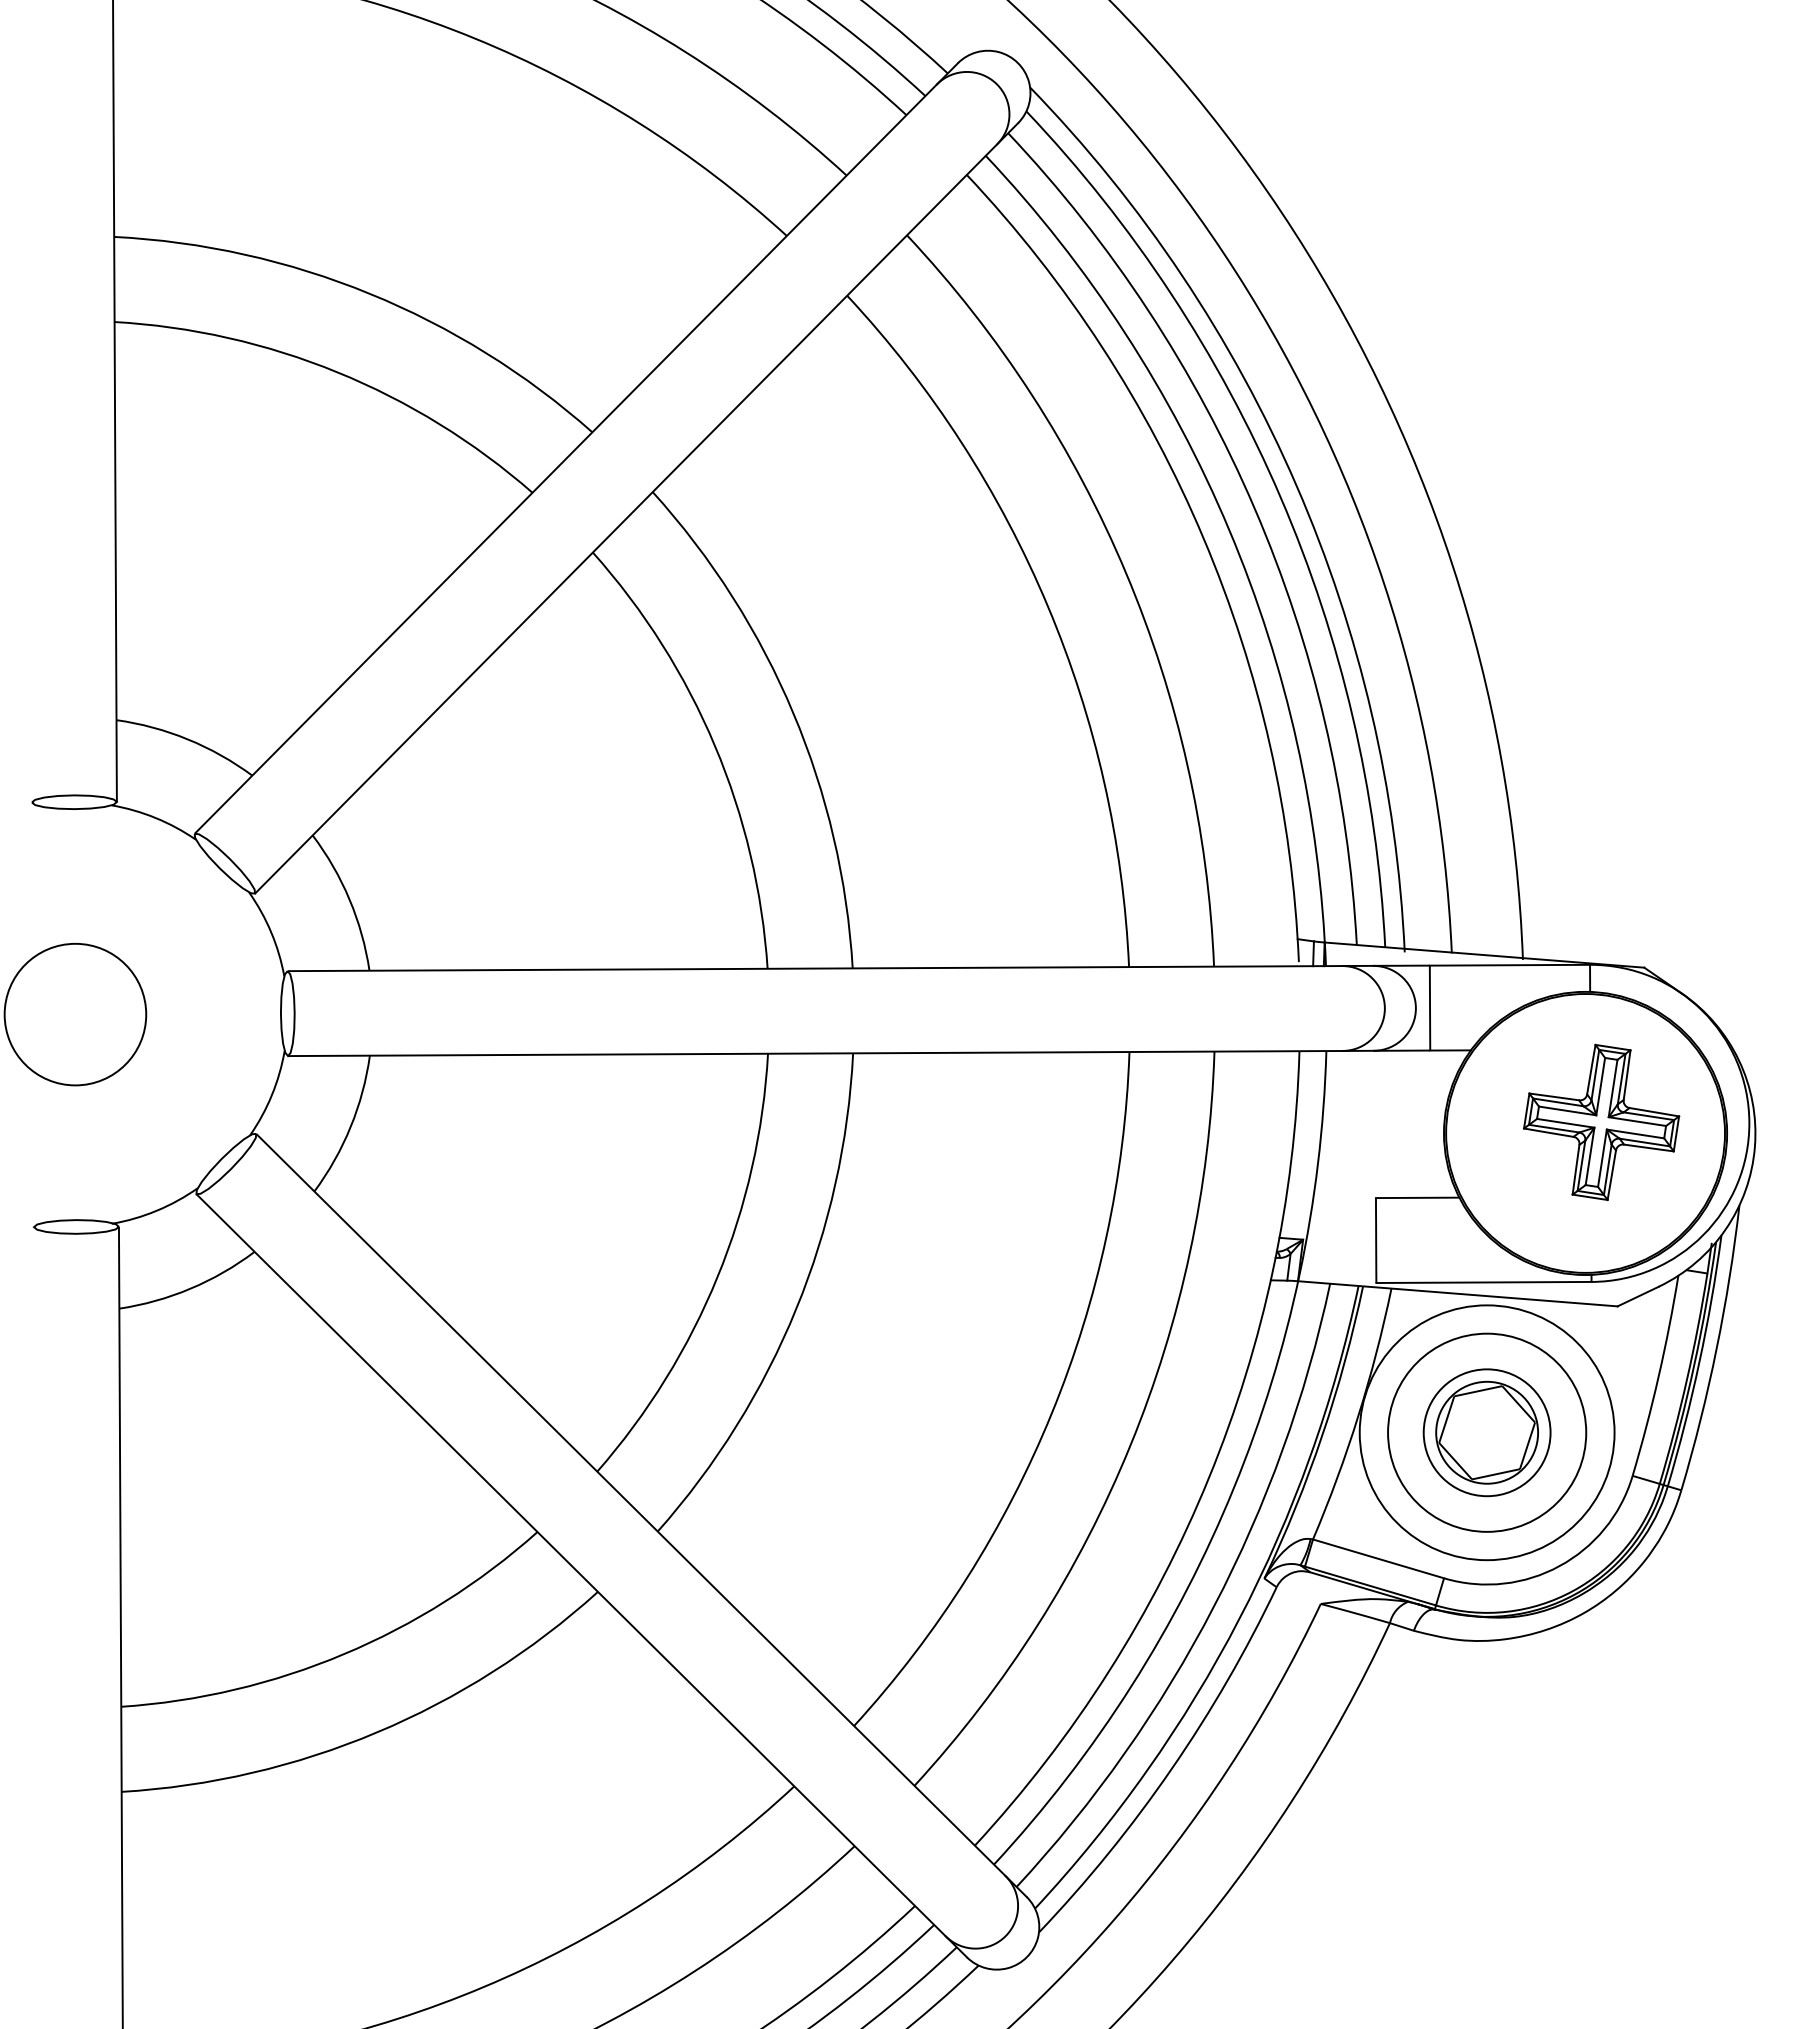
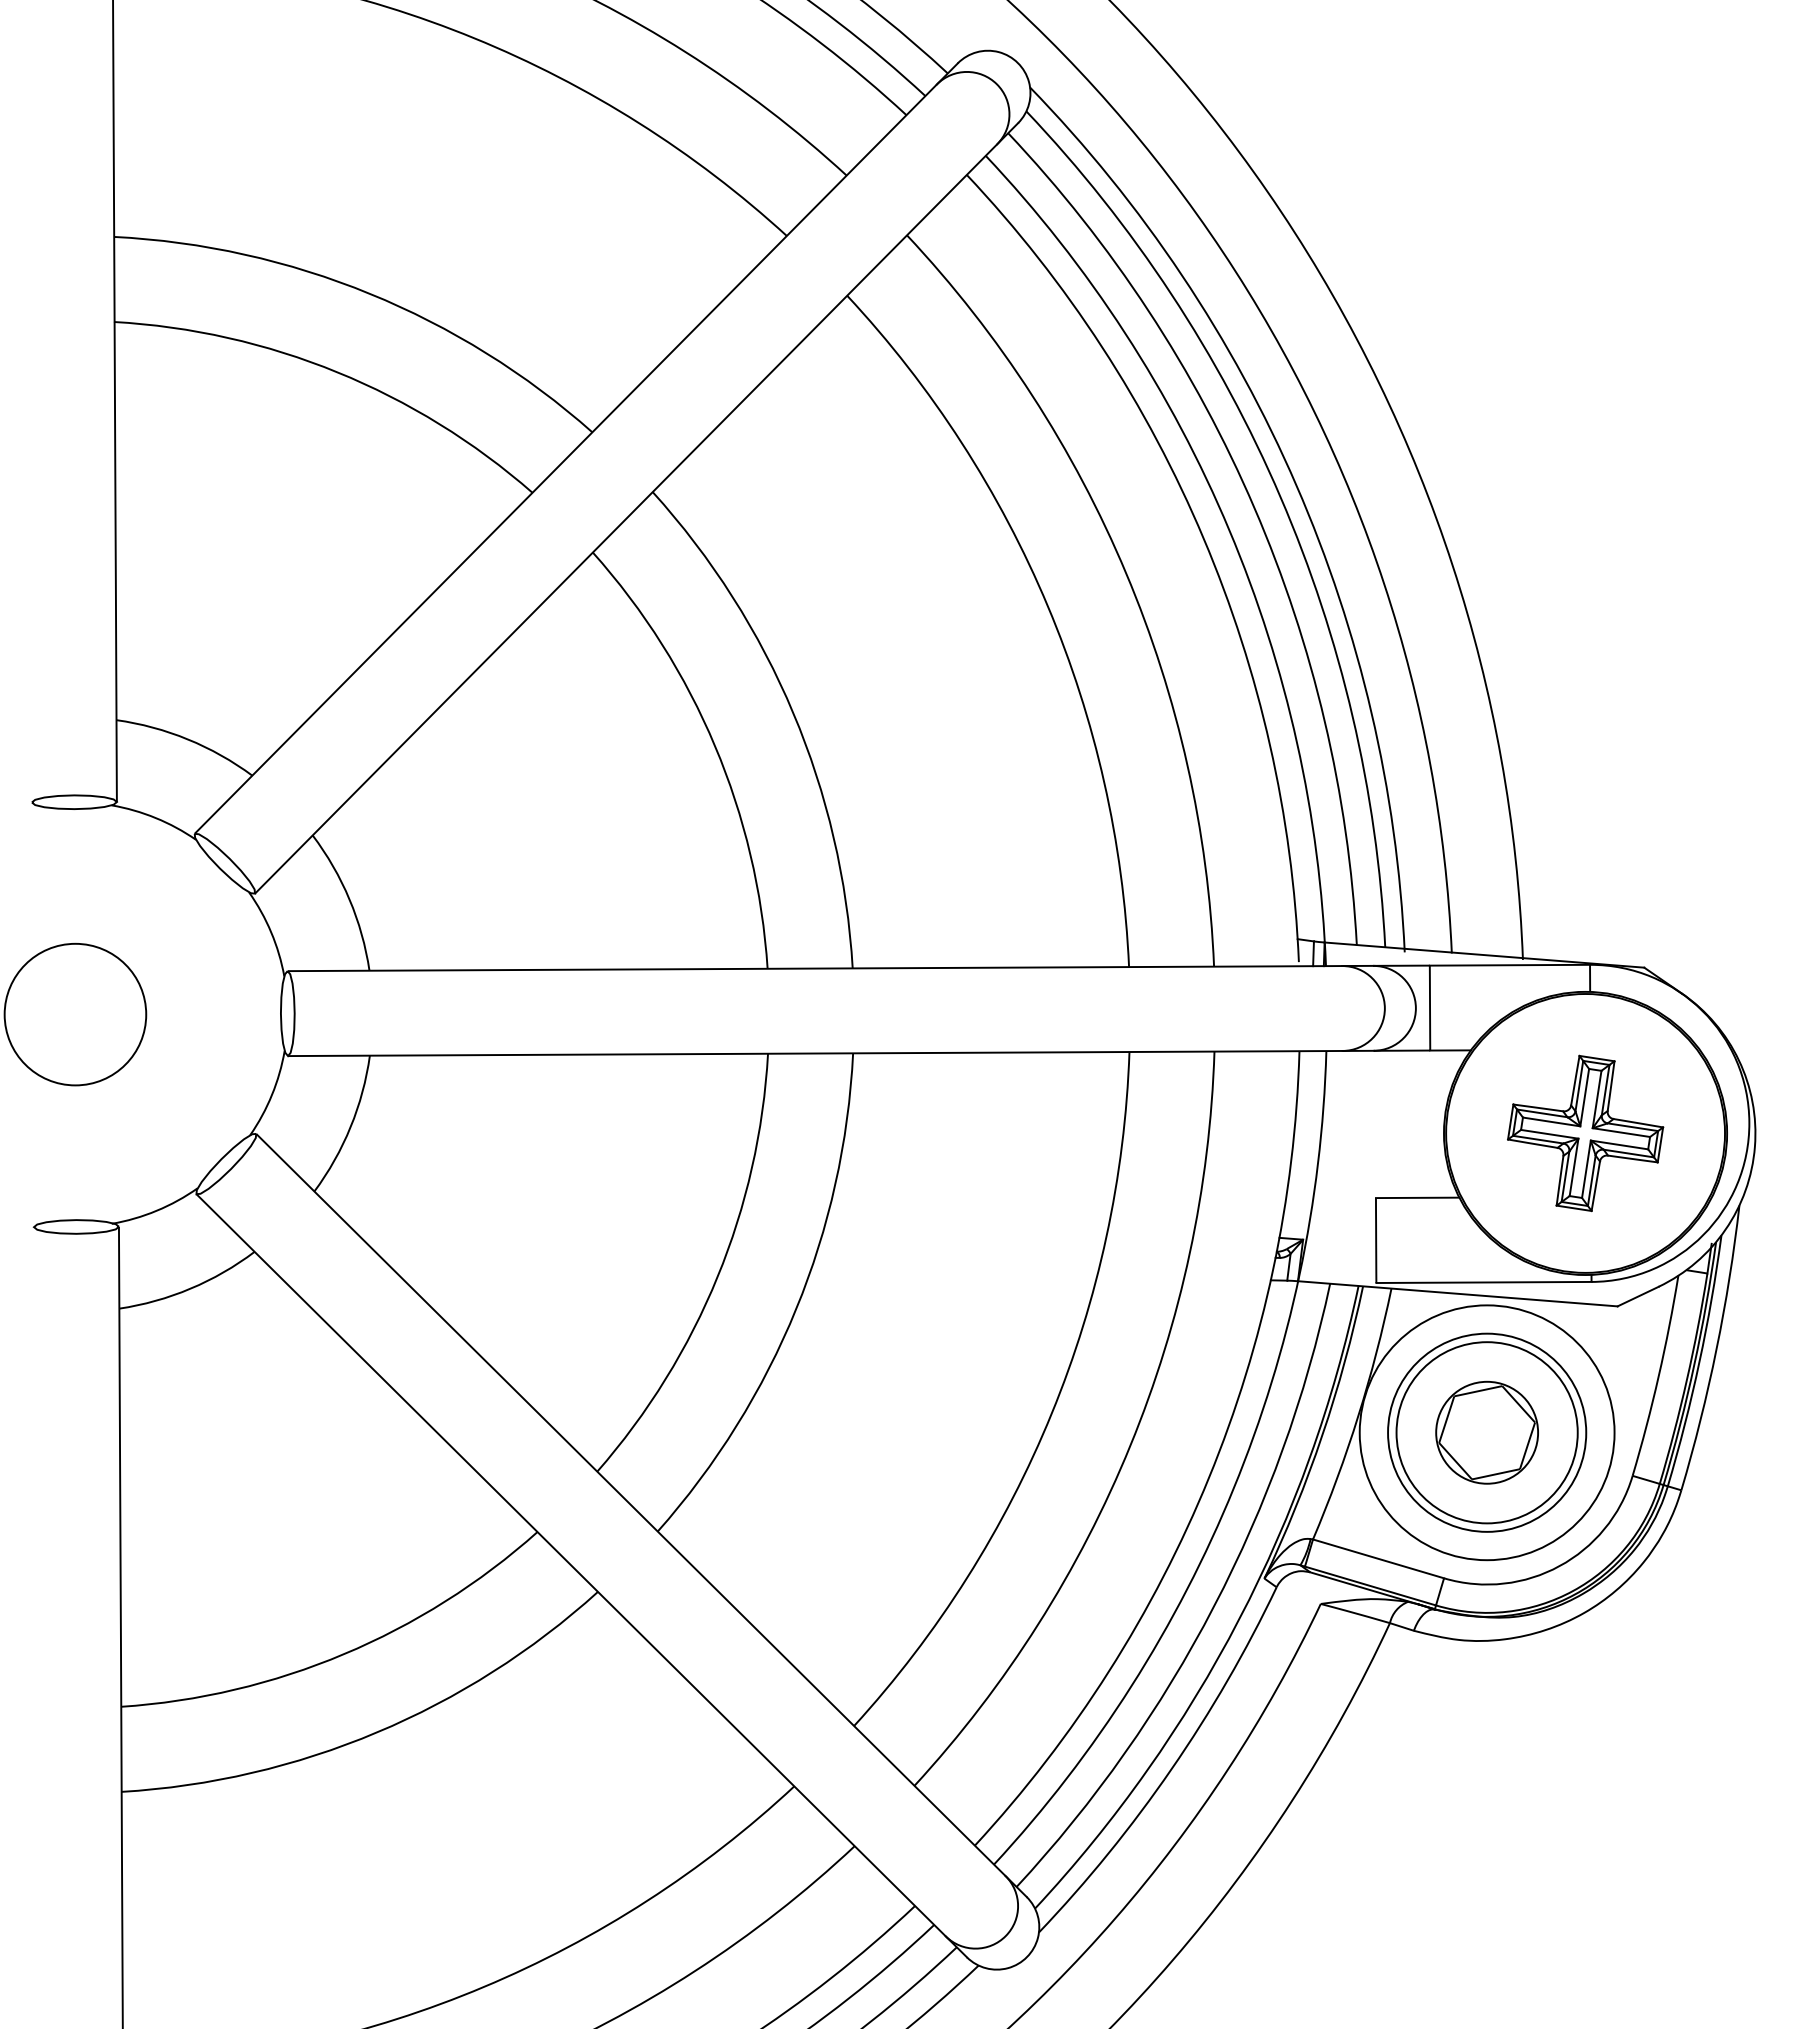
part at (1601, 1122) position: (1601, 1122) -> (1585, 1133)
circle at (1486, 1432) diameter: 127 px -> 181 px
